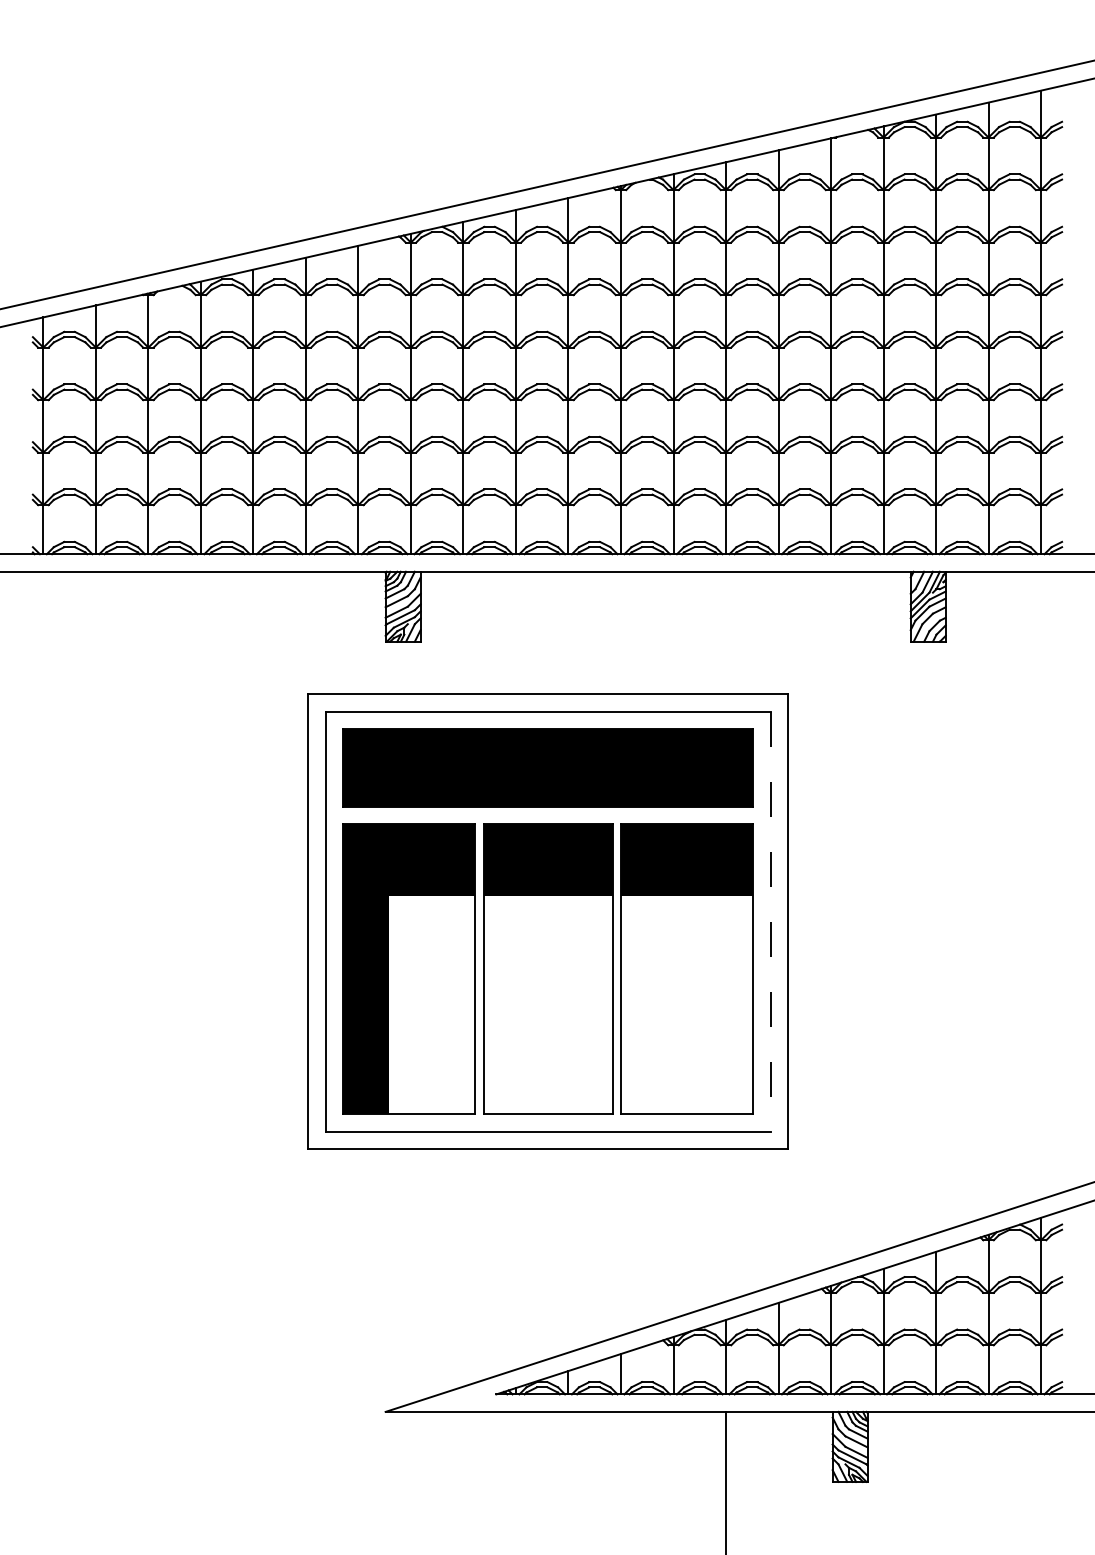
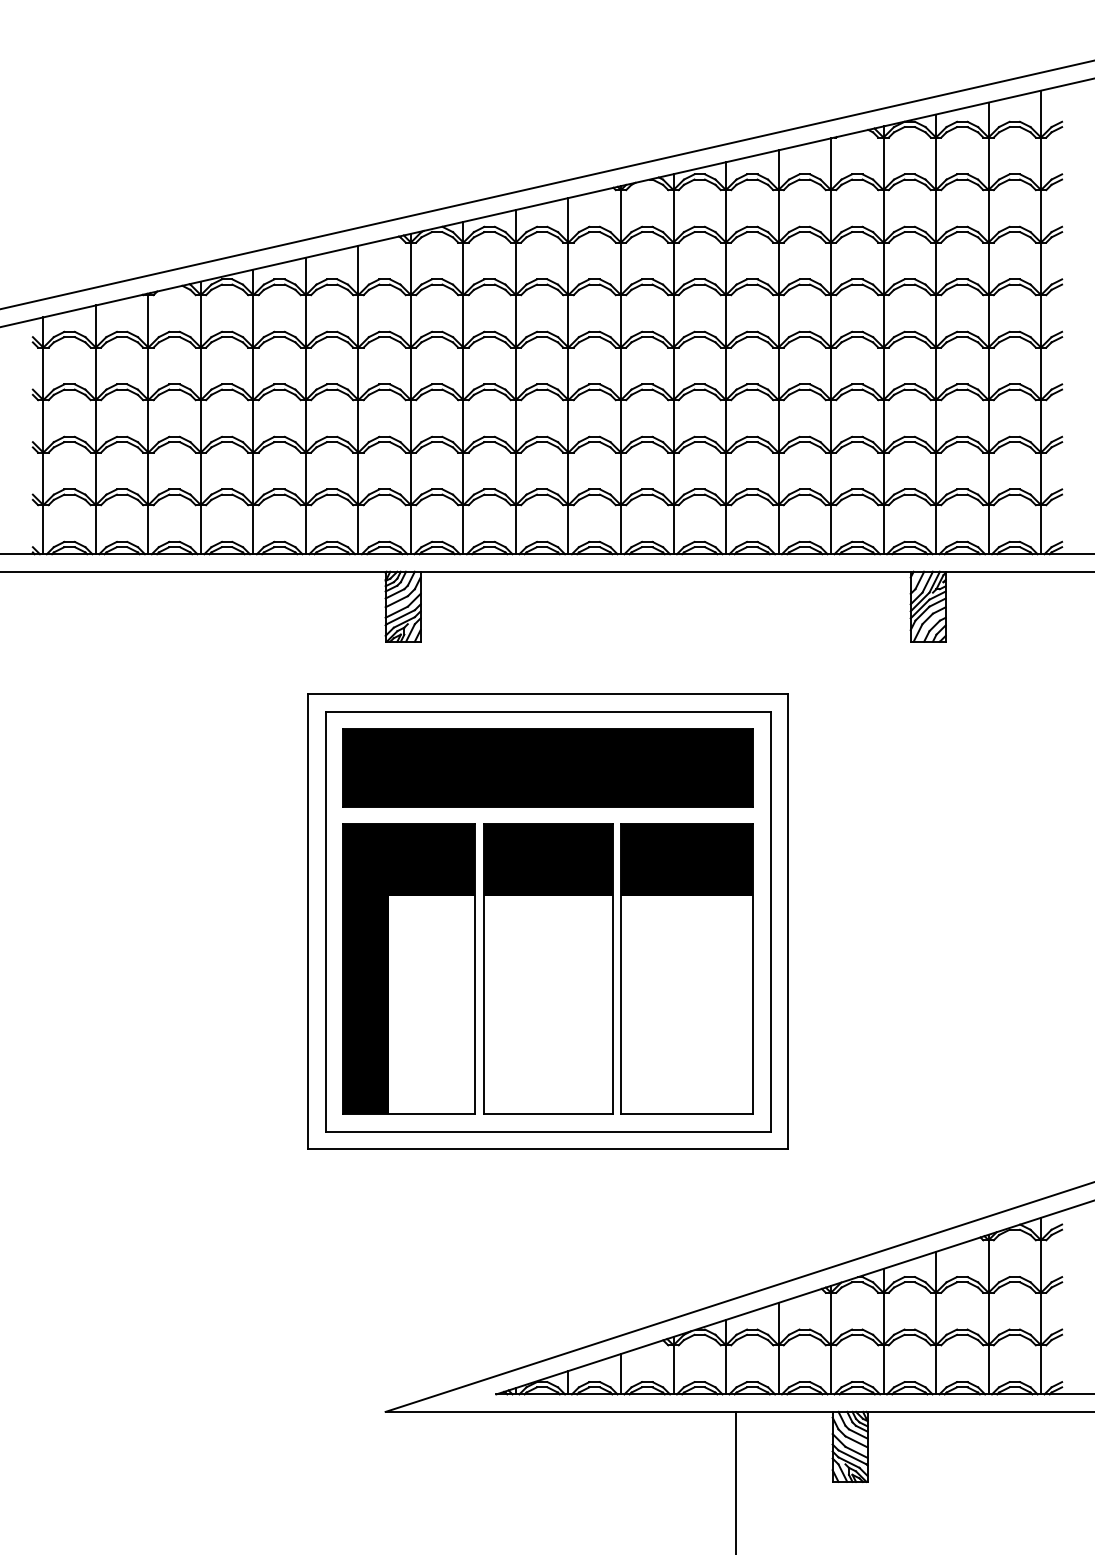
line at (770, 922): dashed -> solid
line at (725, 1481) position: (725, 1481) -> (735, 1481)
